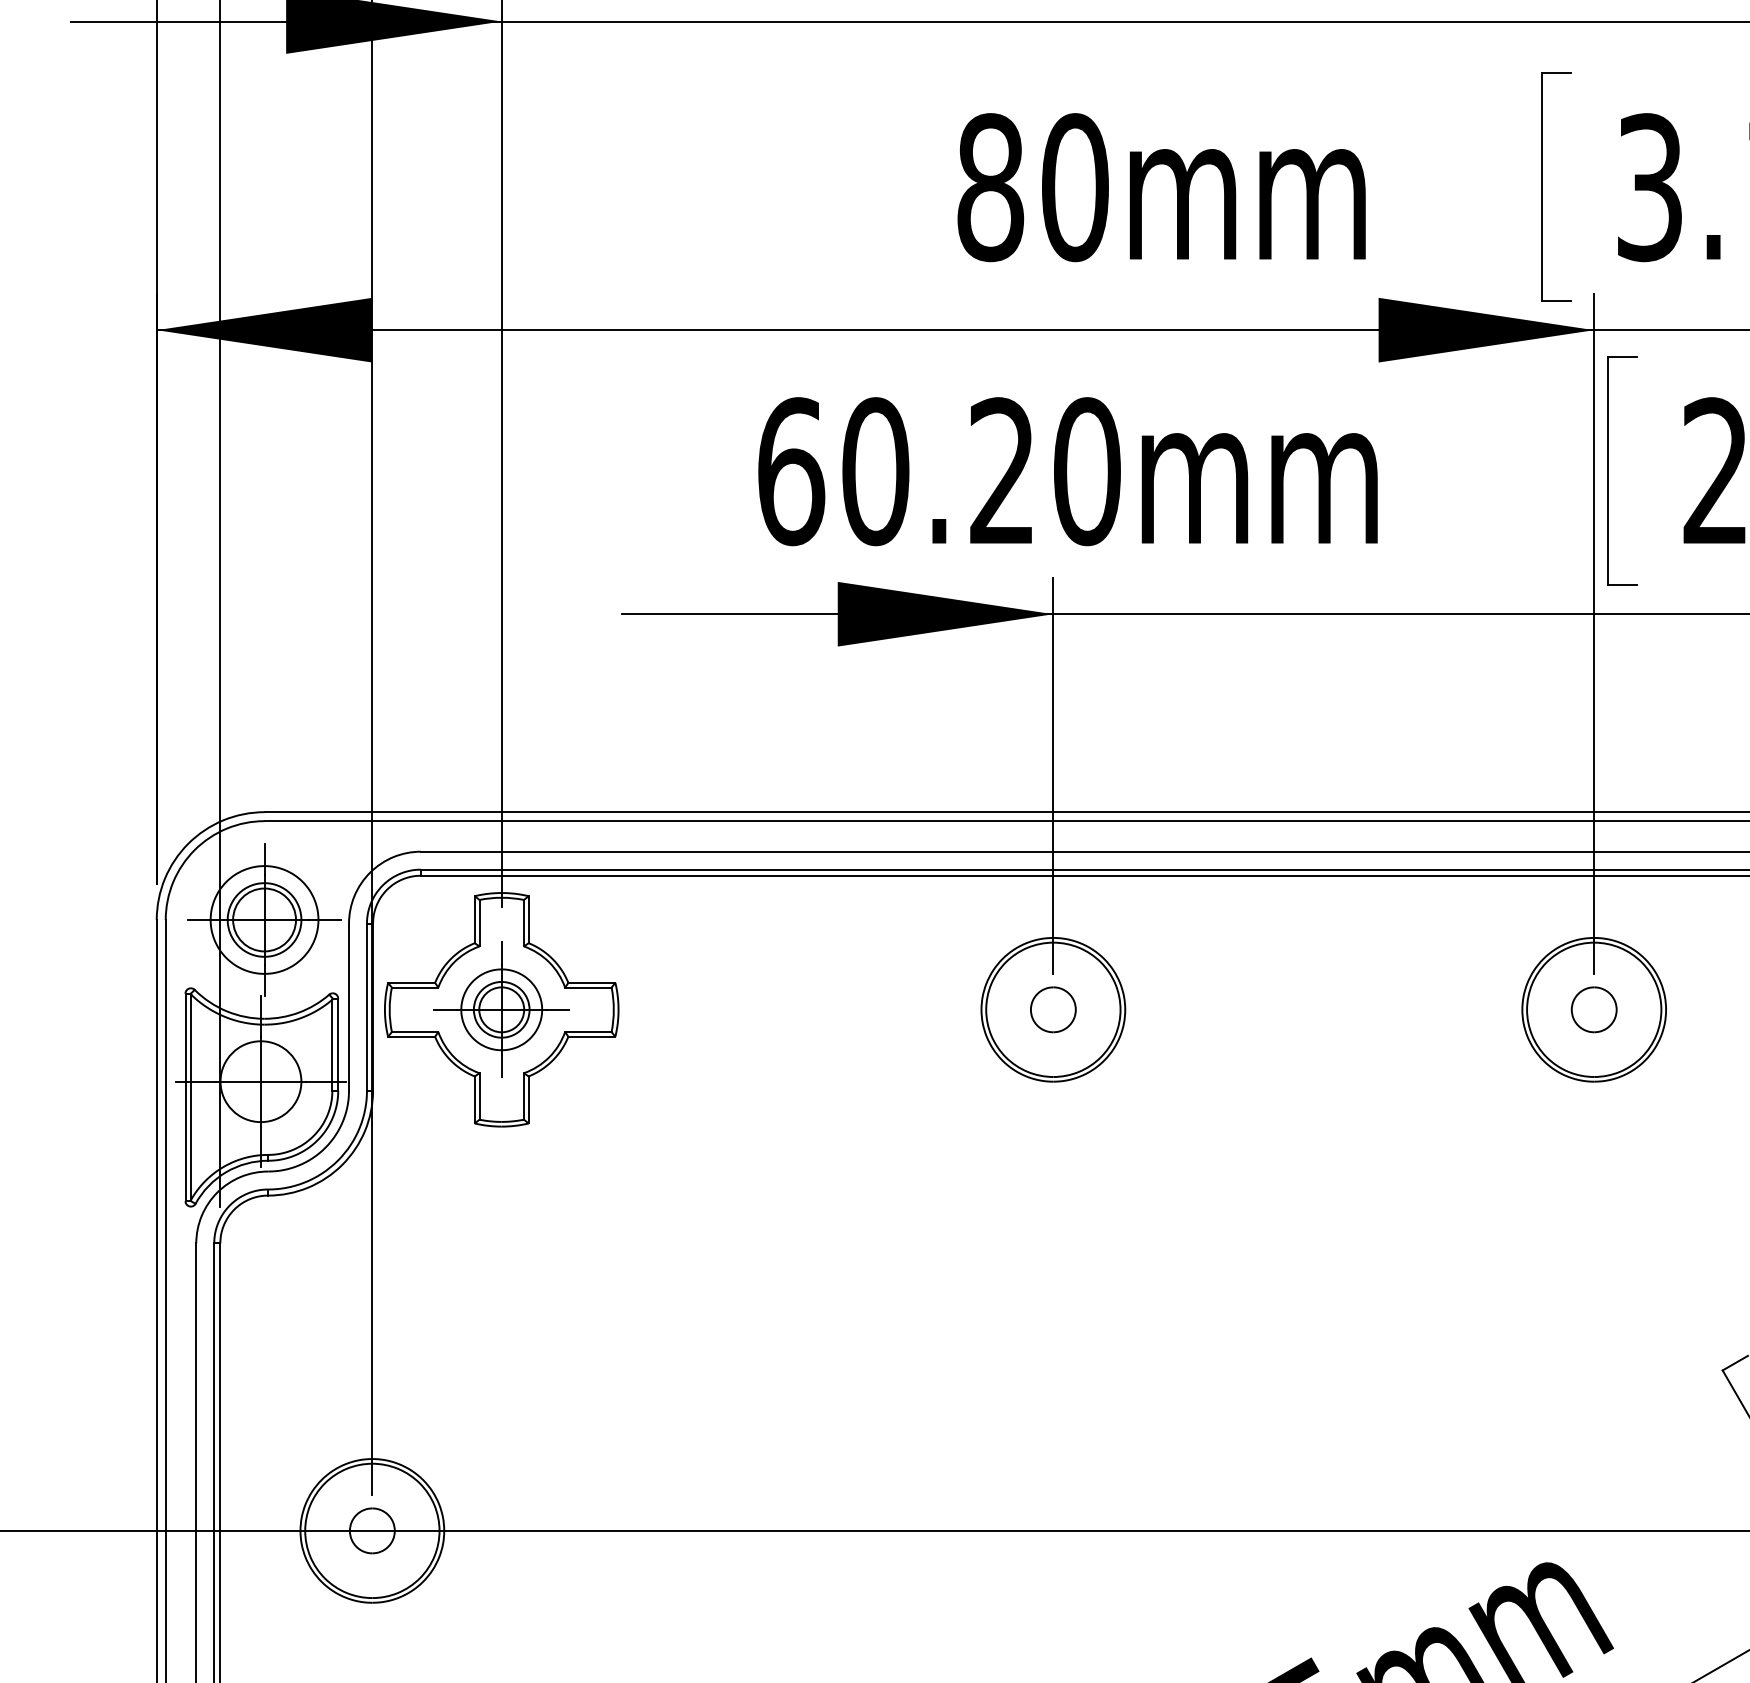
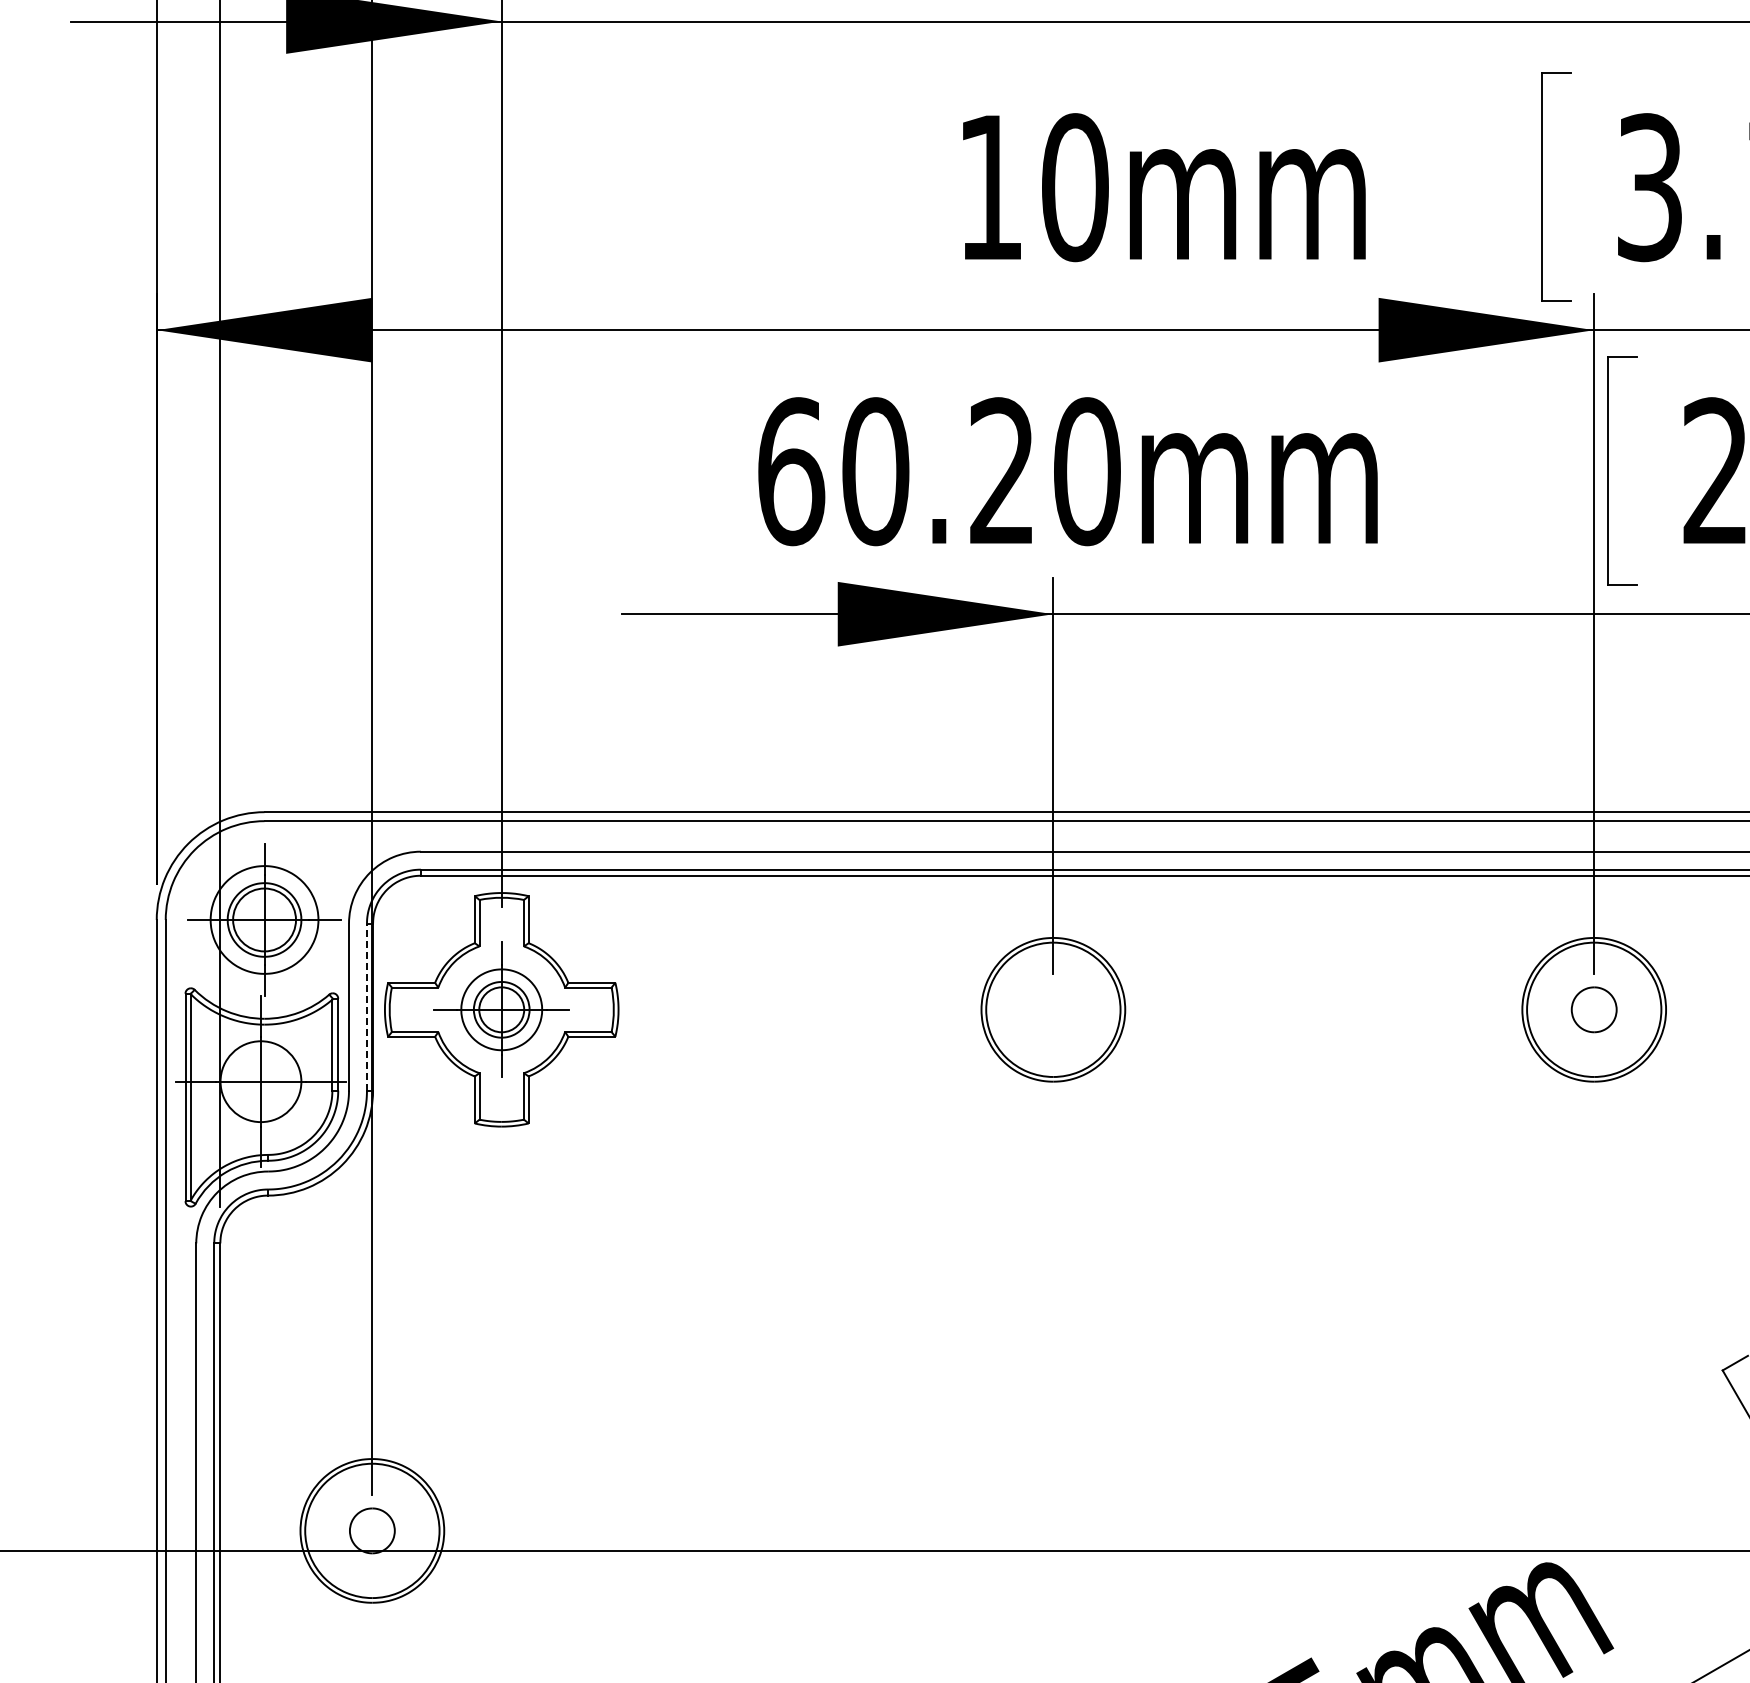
text at (990, 187): 80mm -> 10mm
line at (366, 1007): solid -> dashed
part at (1053, 1009): present -> none
line at (874, 1530) position: (874, 1530) -> (874, 1550)
